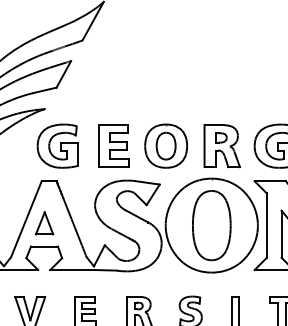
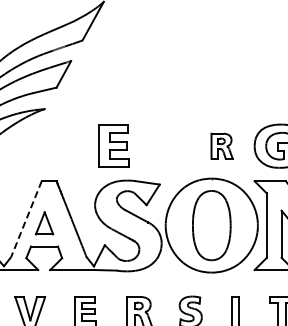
part at (57, 145): present -> none
part at (165, 145): present -> none
part at (221, 146) size: 38x45 px -> 24x28 px
line at (26, 219): solid -> dashed
